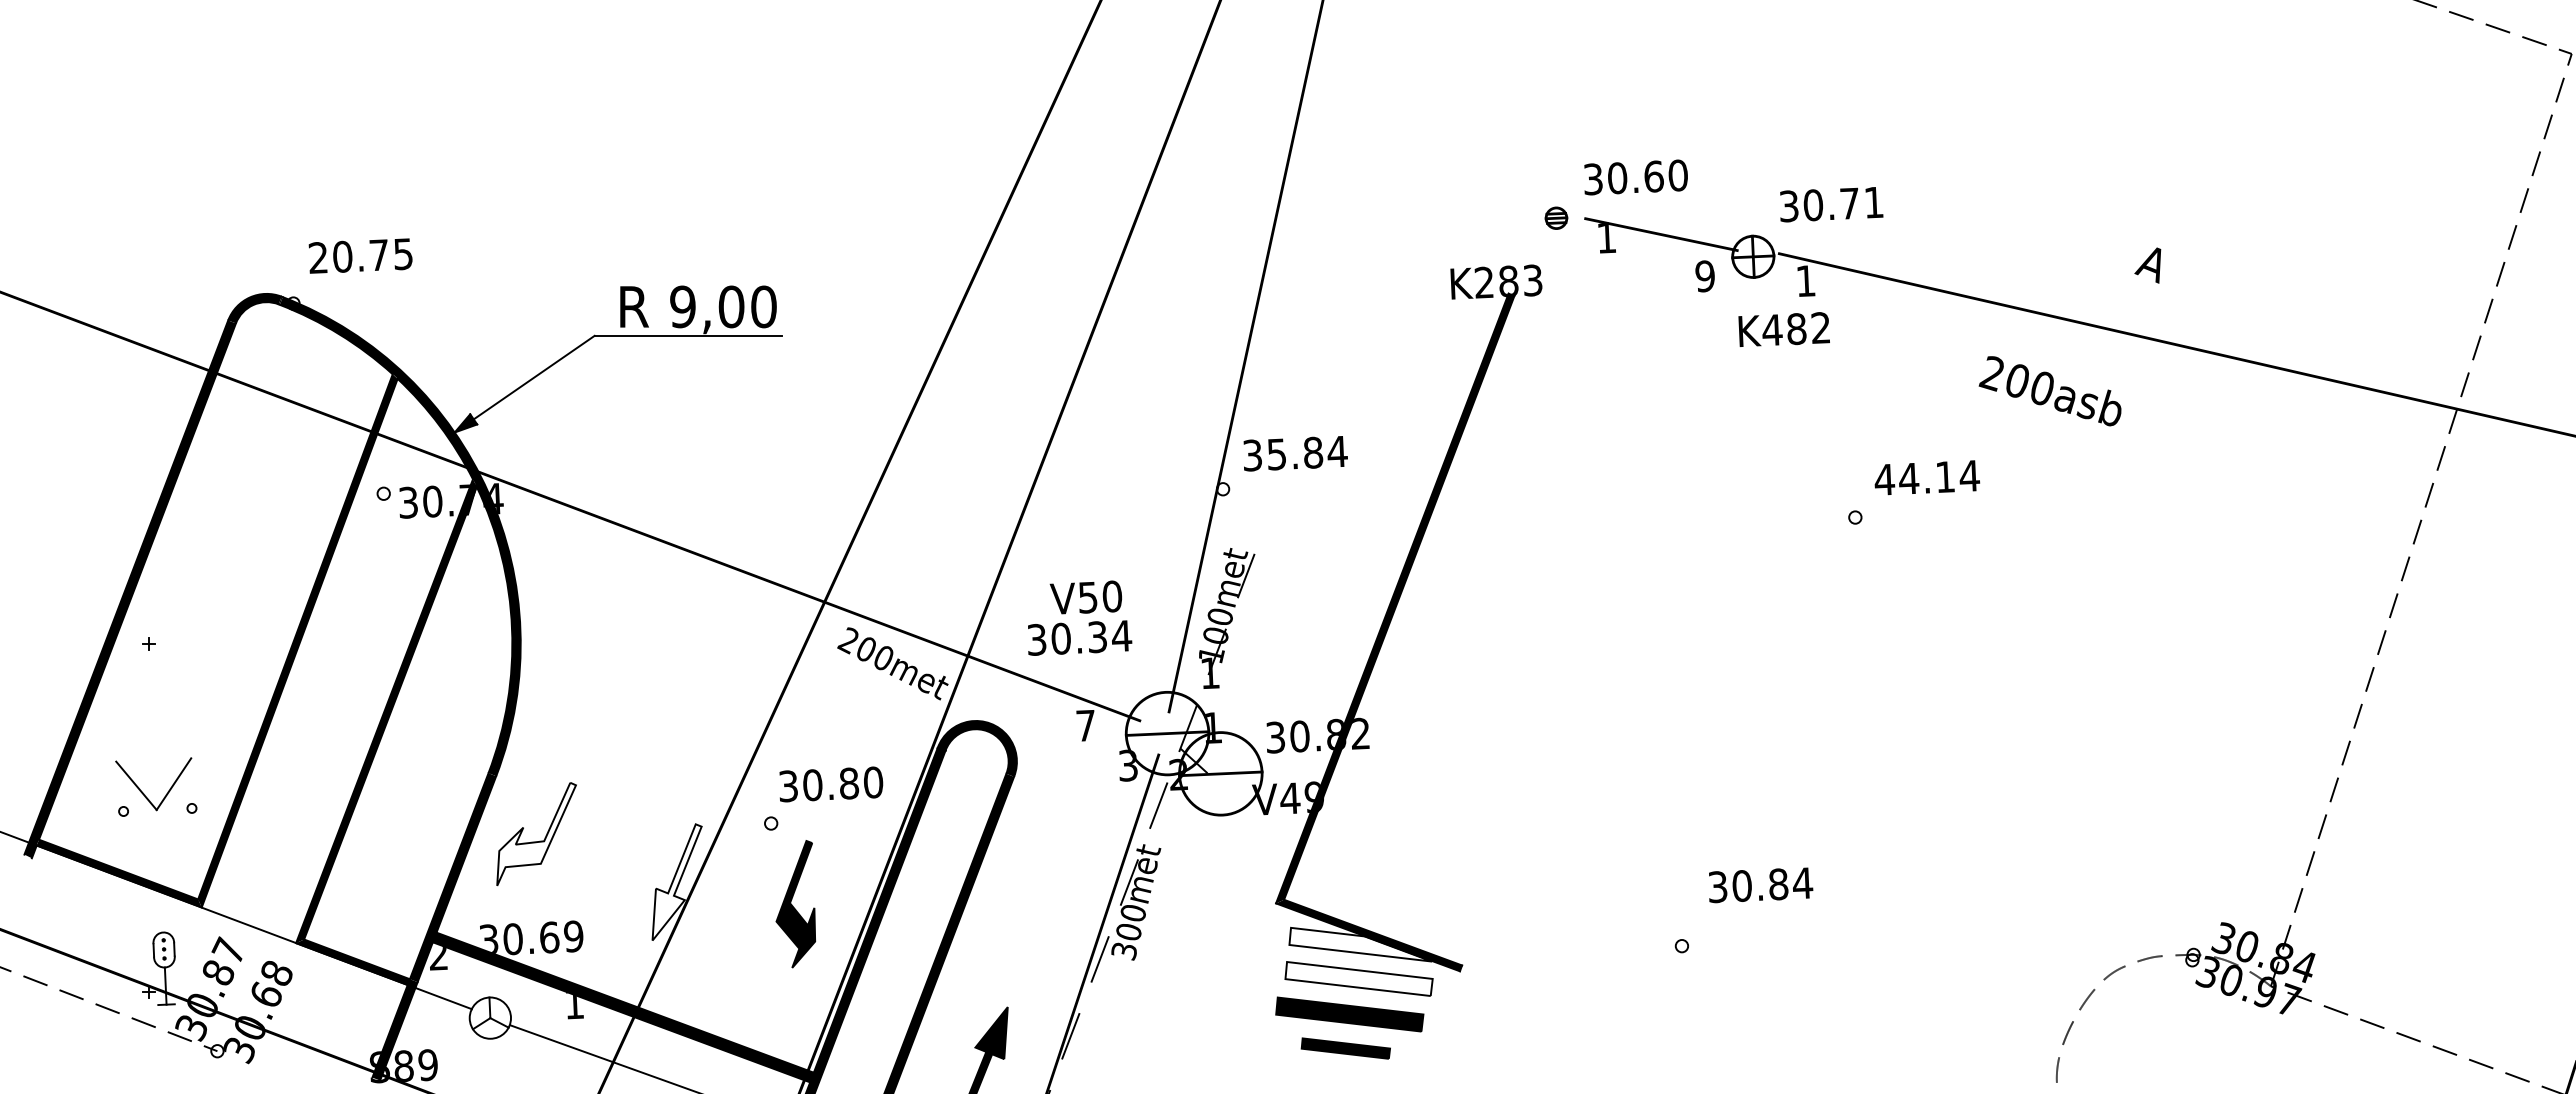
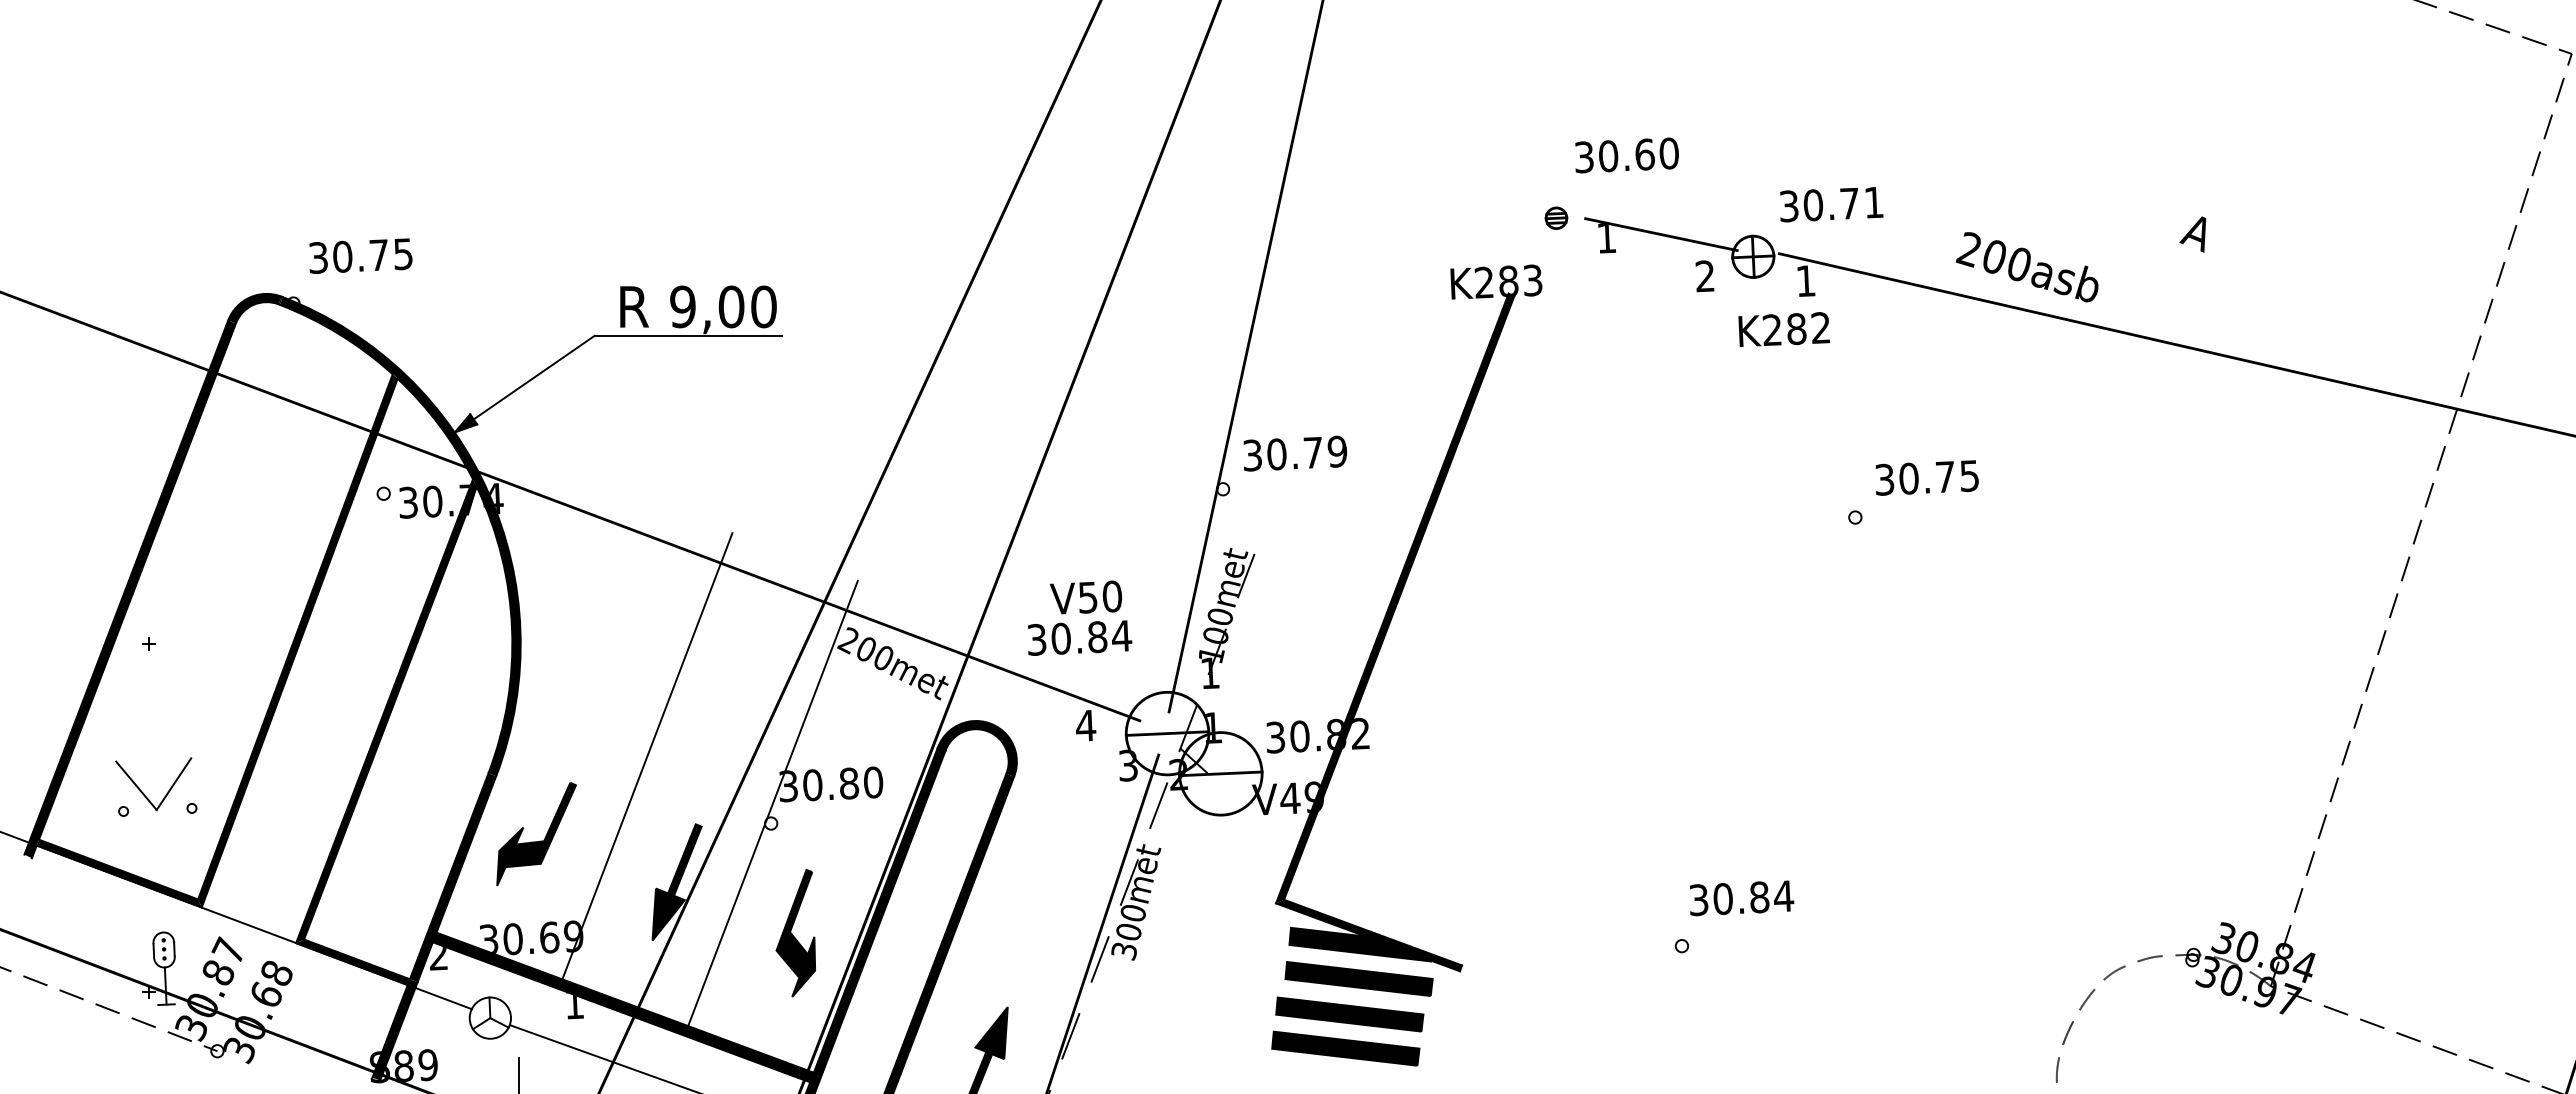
text at (1635, 177) position: (1635, 177) -> (1626, 155)
text at (317, 257): 20.75 -> 30.75
text at (2147, 265) position: (2147, 265) -> (2192, 234)
text at (1704, 276): 9 -> 2
text at (1772, 329): K482 -> K282
text at (2049, 391) position: (2049, 391) -> (2026, 267)
text at (1307, 452): 35.84 -> 30.79
text at (1927, 477): 44.14 -> 30.75
text at (1097, 637): 30.34 -> 30.84
text at (1086, 725): 7 -> 4
line at (646, 758): none -> present
line at (771, 805): none -> present
fill at (536, 833): none -> present
fill at (676, 882): none -> present
text at (1761, 885) position: (1761, 885) -> (1742, 898)
part at (795, 904) position: (795, 904) -> (795, 933)
fill at (1360, 944): none -> present
fill at (1358, 979): none -> present
part at (1345, 1048) size: 91x23 px -> 150x37 px
line at (518, 1074): none -> present
